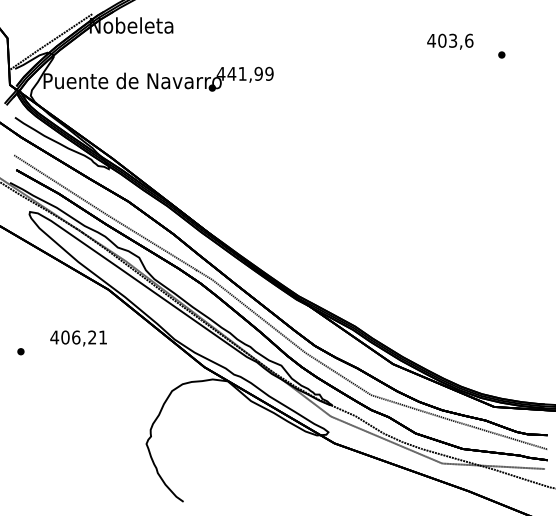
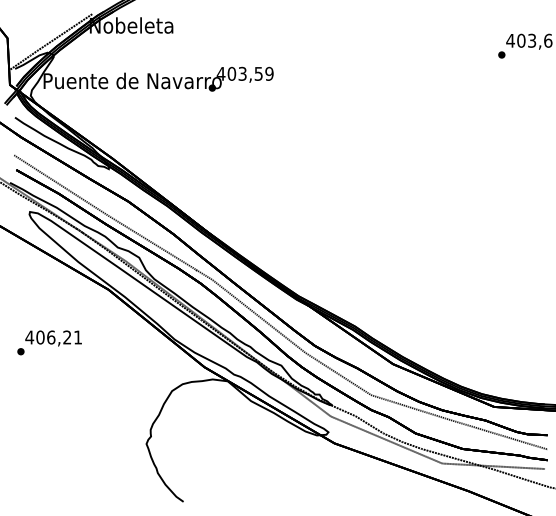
text at (450, 41) position: (450, 41) -> (529, 41)
text at (244, 73): 441,99 -> 403,59
text at (78, 338) position: (78, 338) -> (53, 338)
